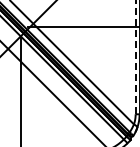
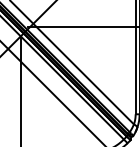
line at (135, 57): dashed -> solid
